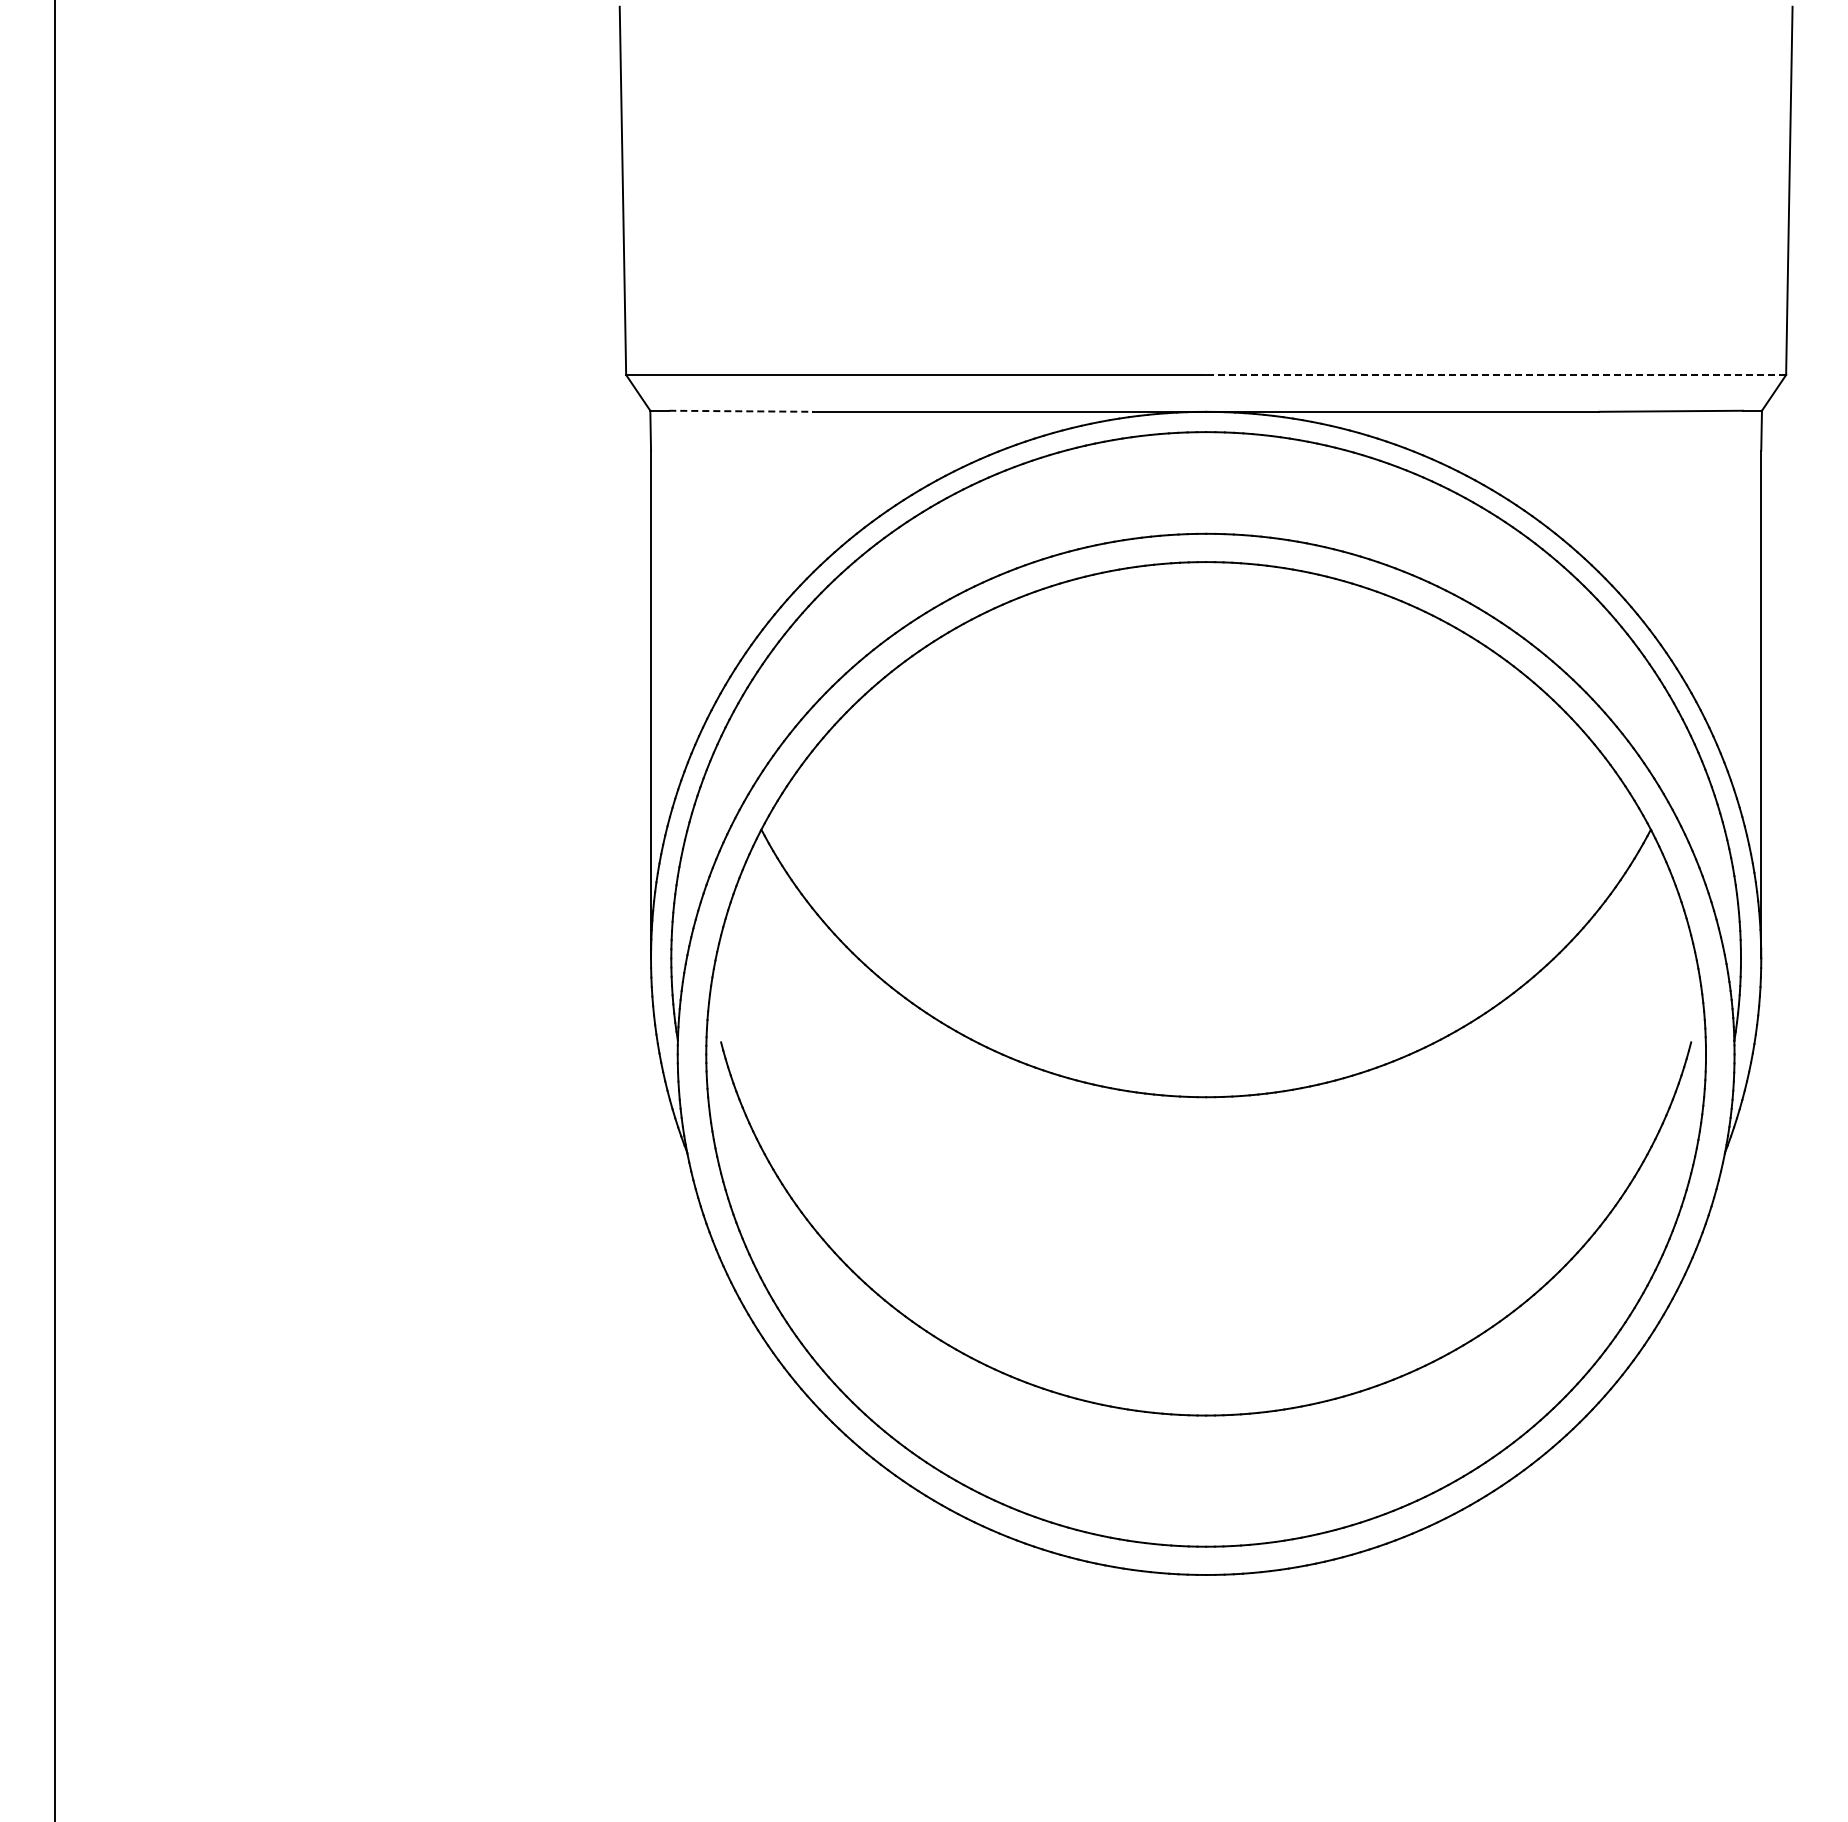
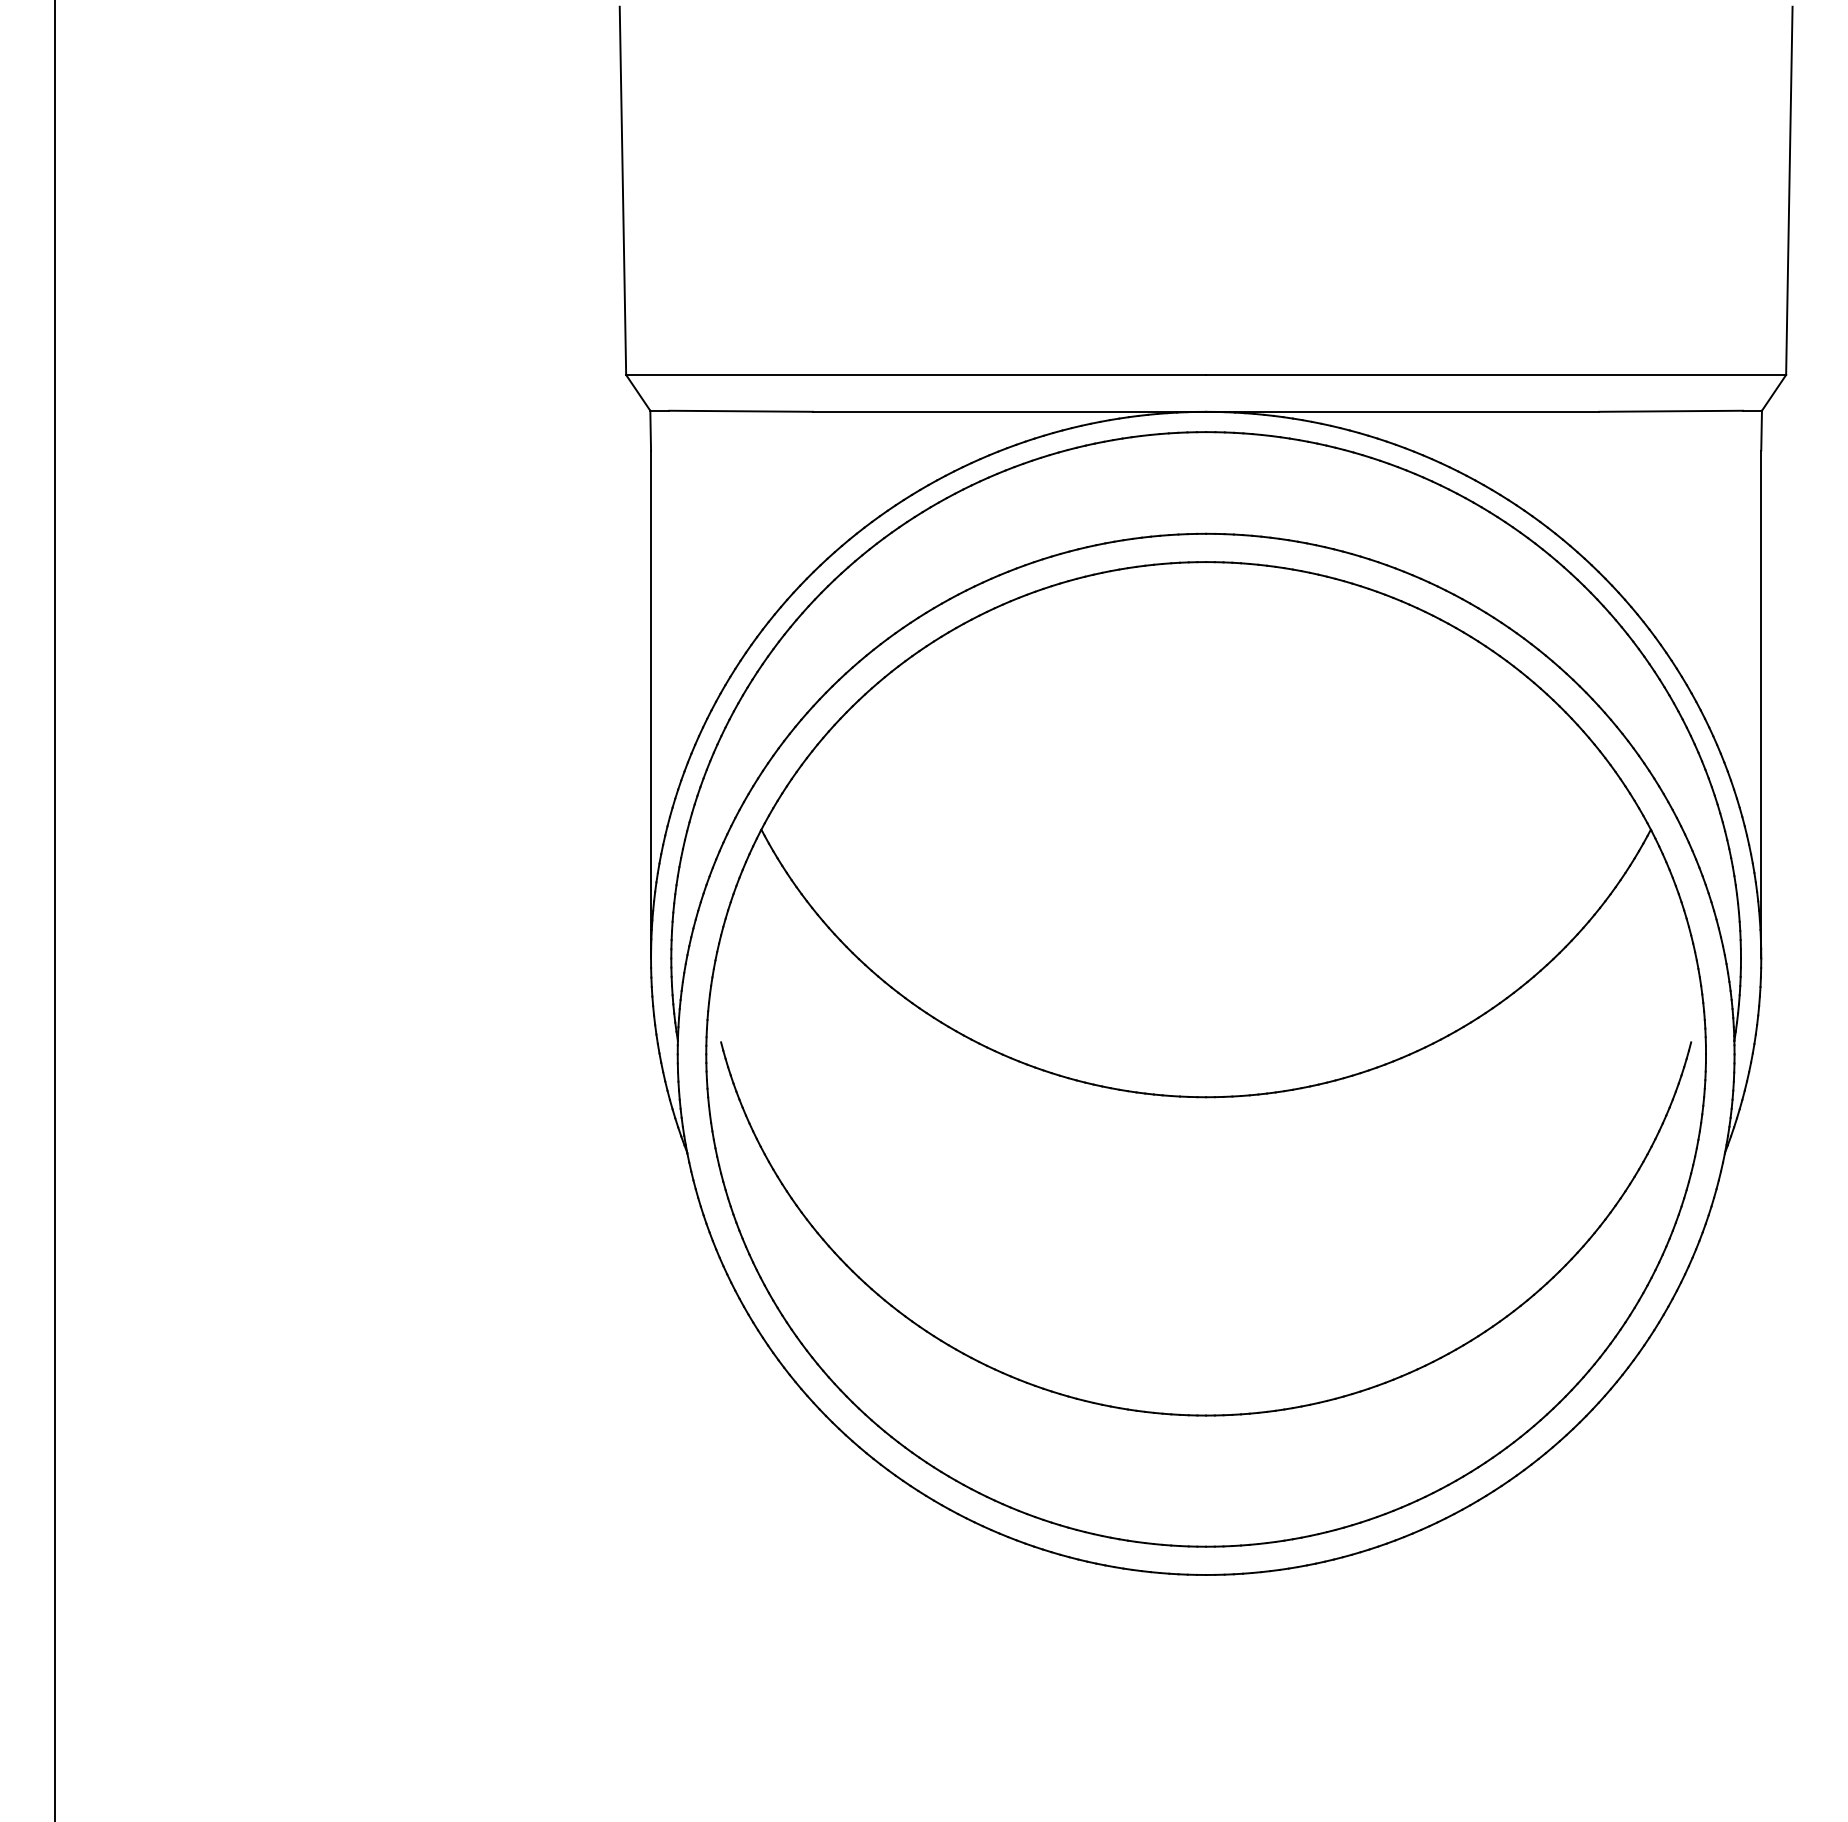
line at (1496, 374): dashed -> solid
line at (741, 411): dashed -> solid
